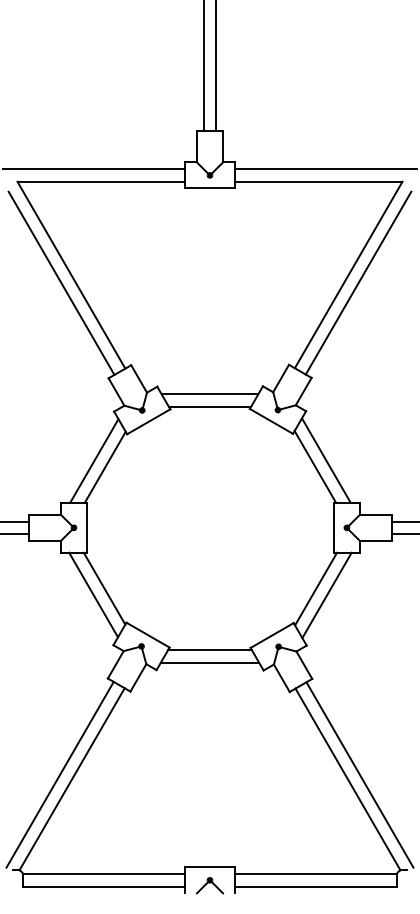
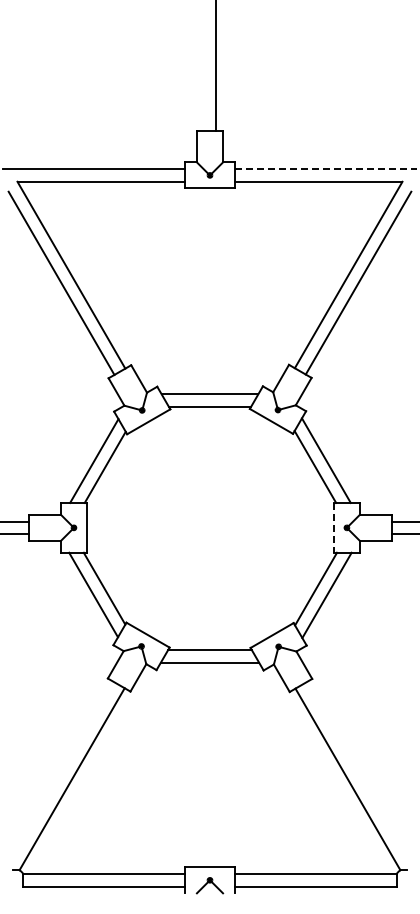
line at (203, 66): present -> none
line at (326, 169): solid -> dashed
line at (333, 527): solid -> dashed
line at (59, 774): present -> none
line at (359, 774): present -> none
